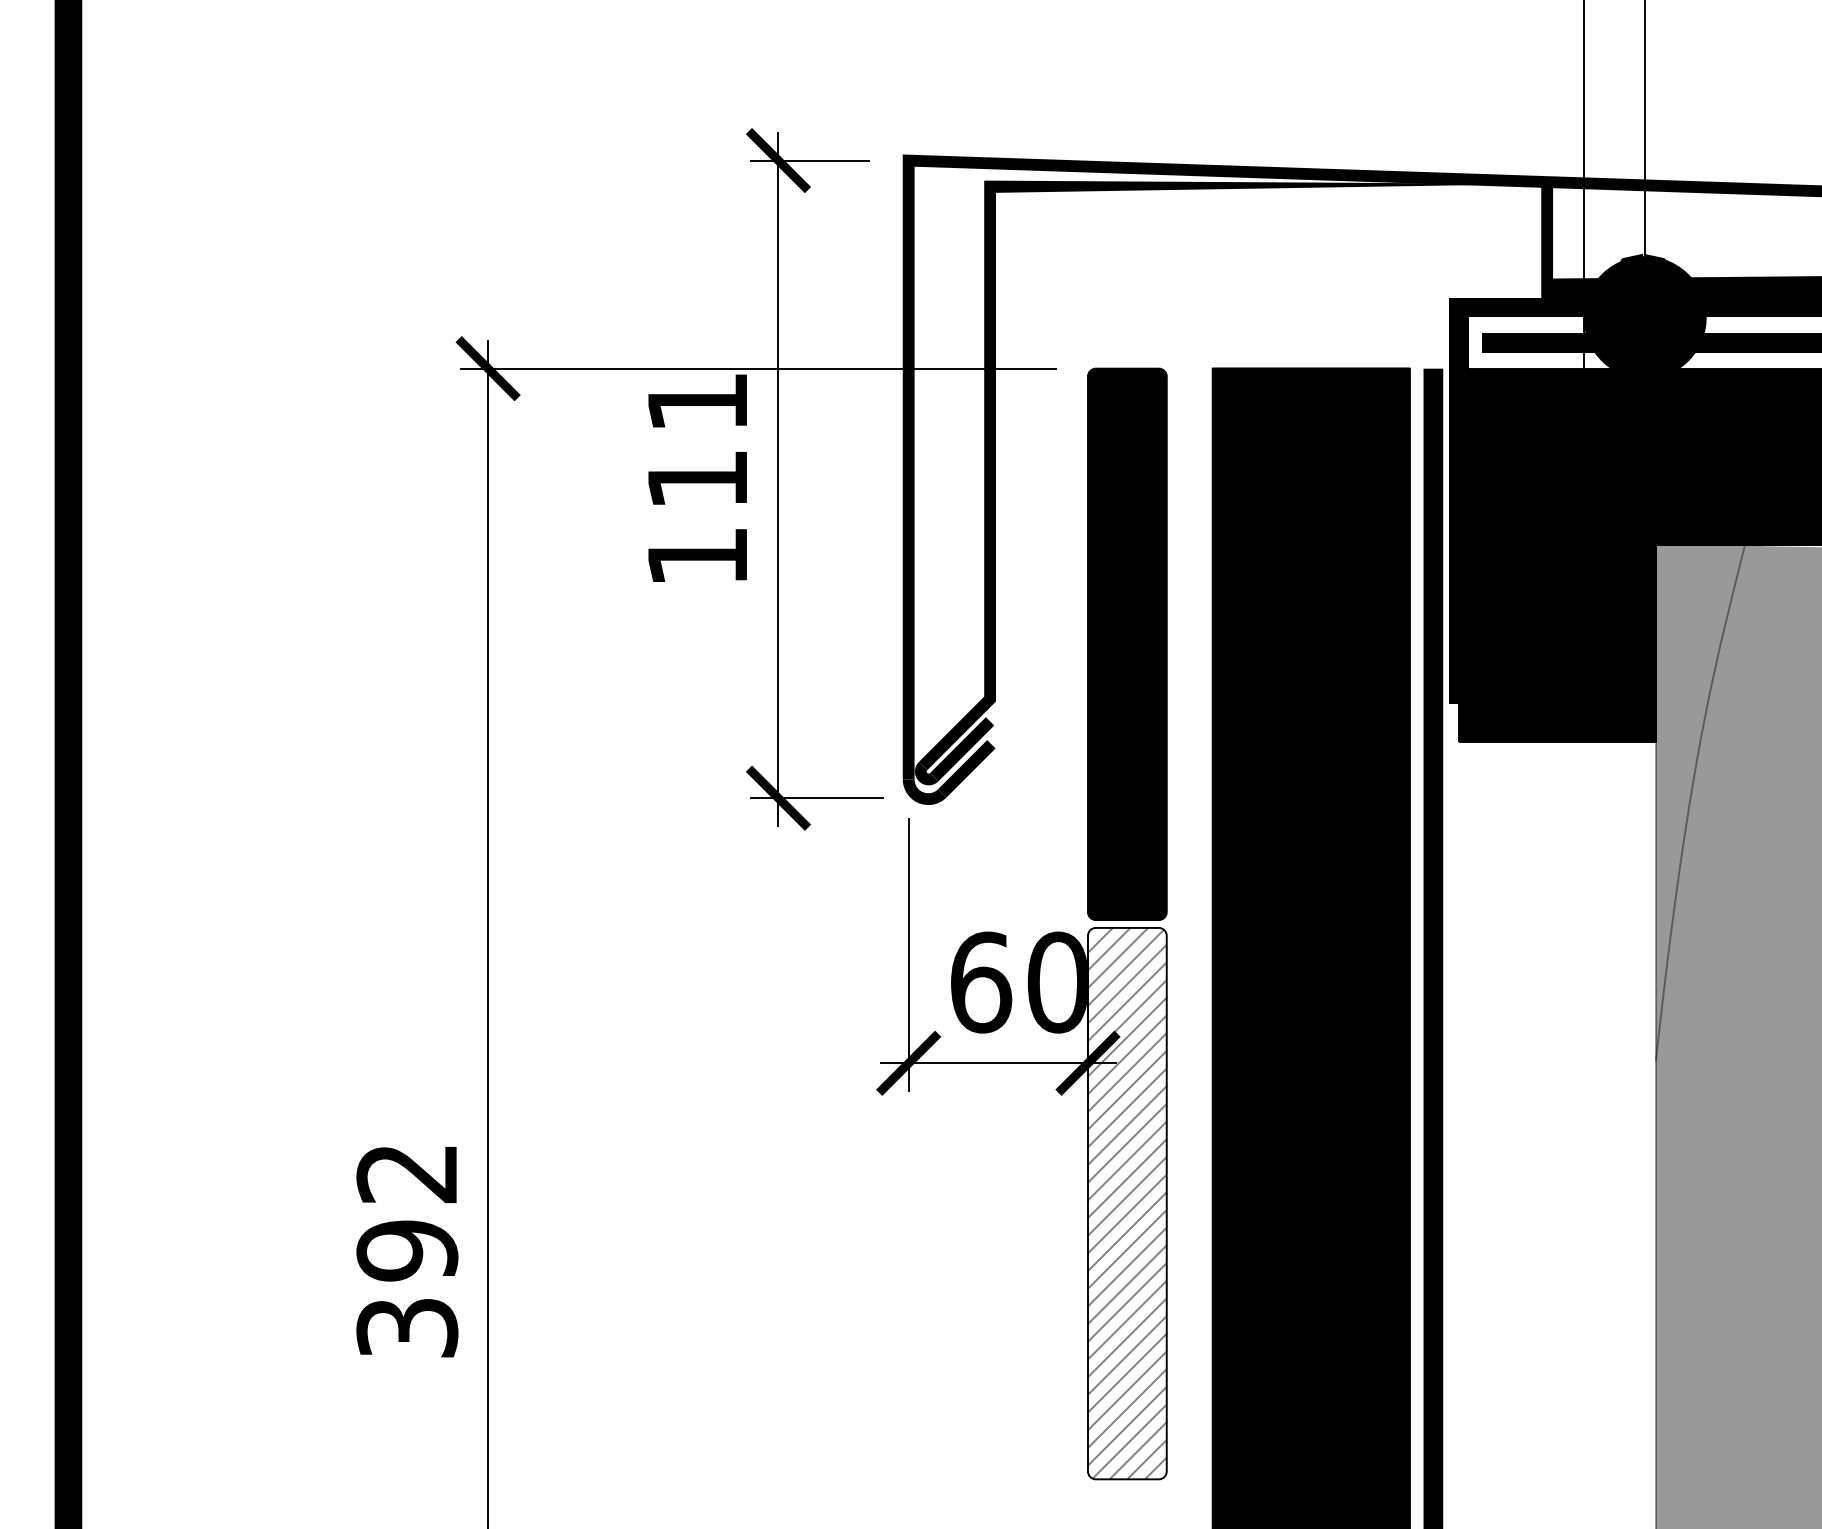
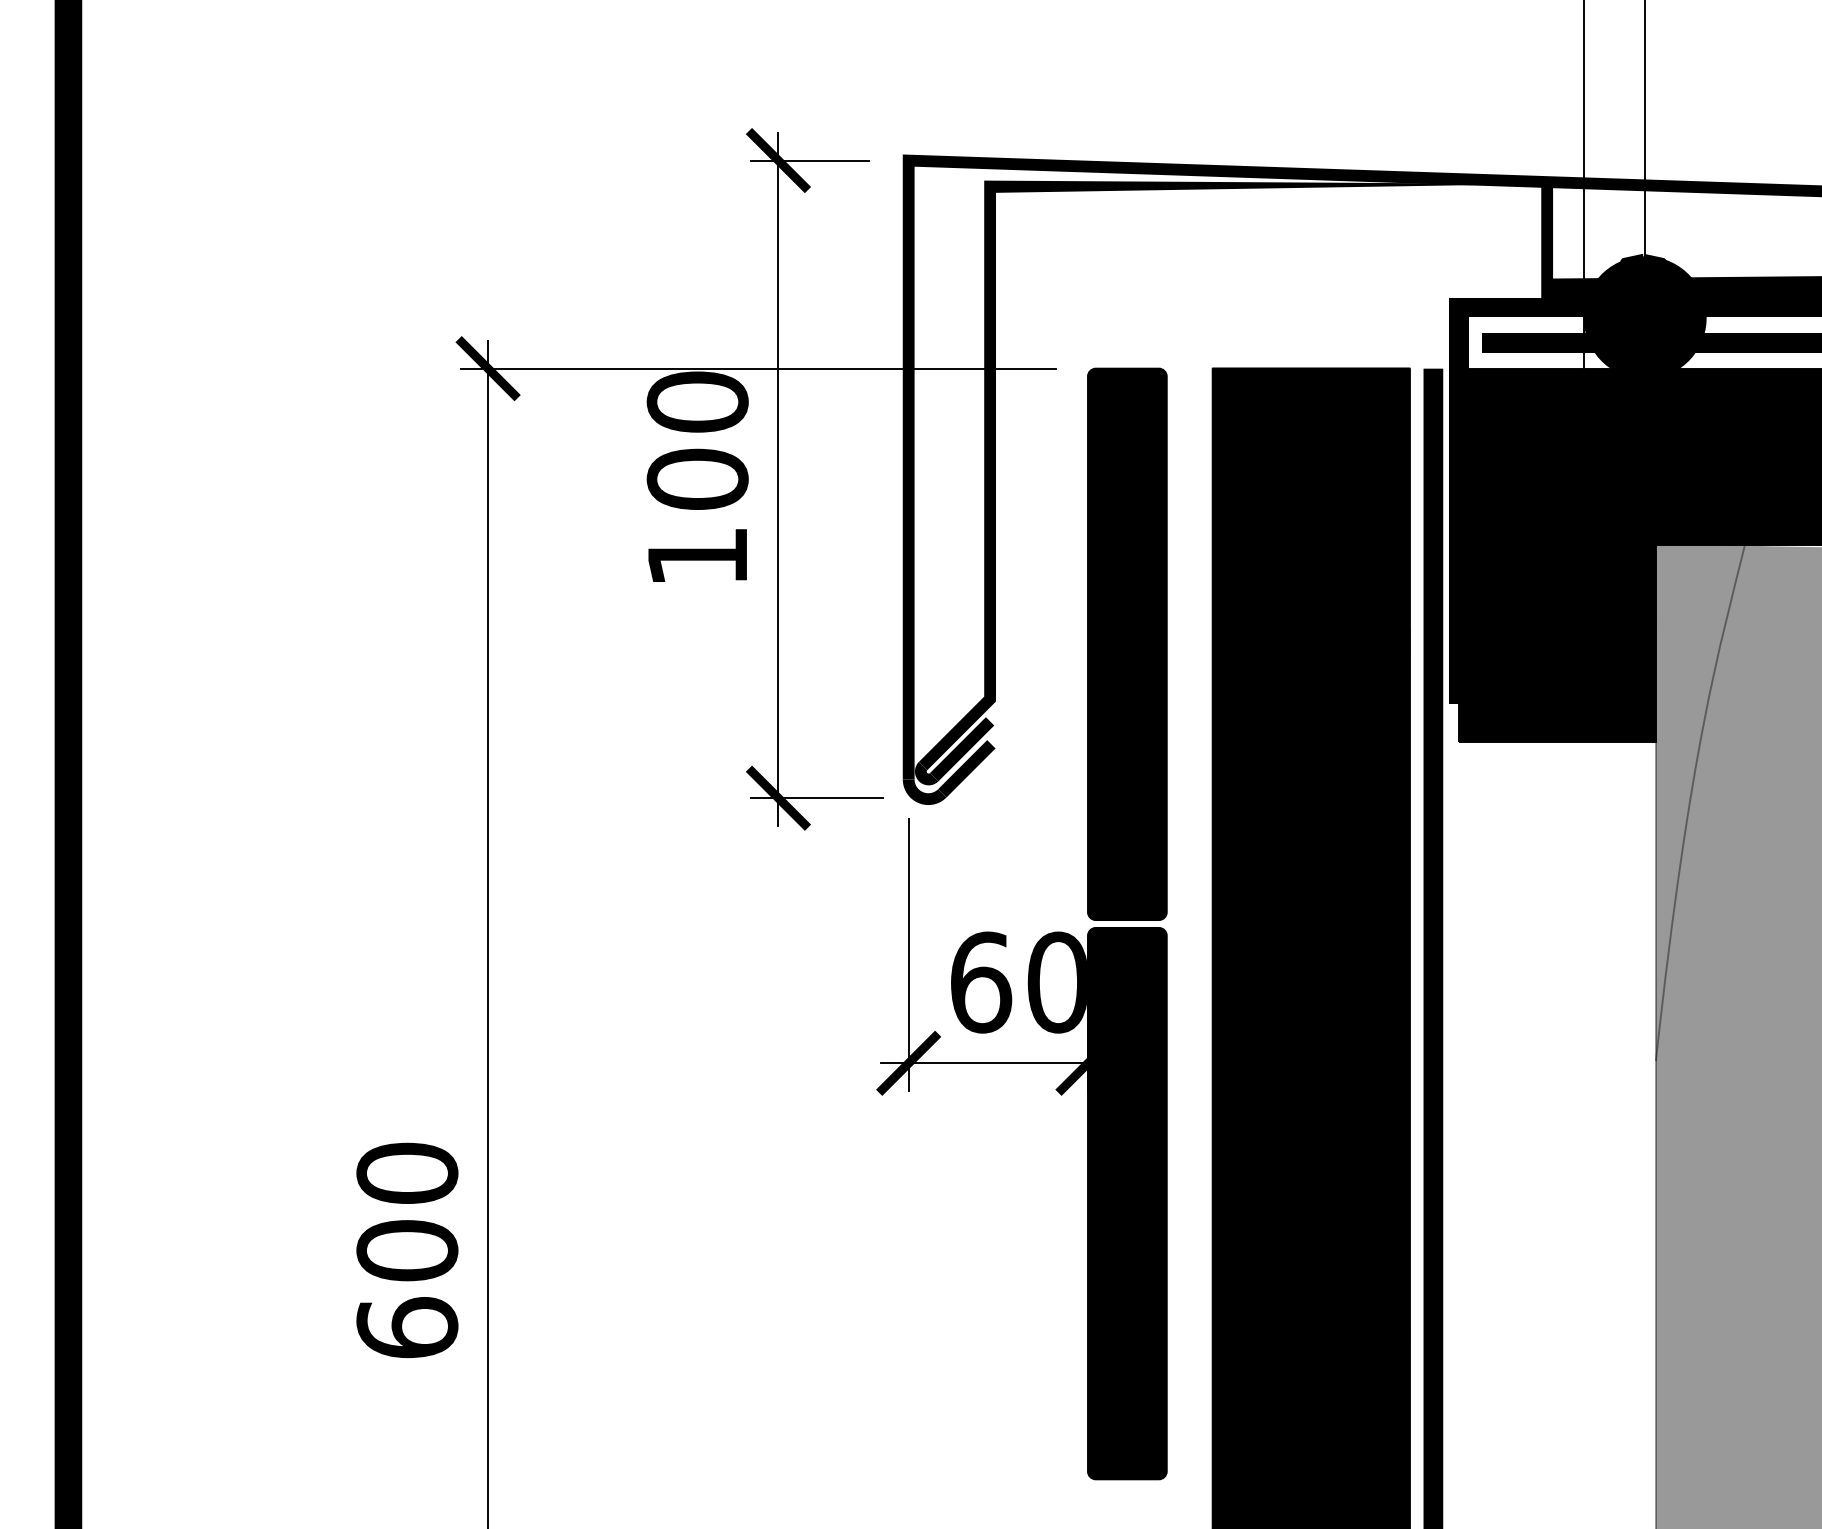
text at (697, 440): 111 -> 100
fill at (1126, 1203): none -> present
text at (407, 1250): 392 -> 600
